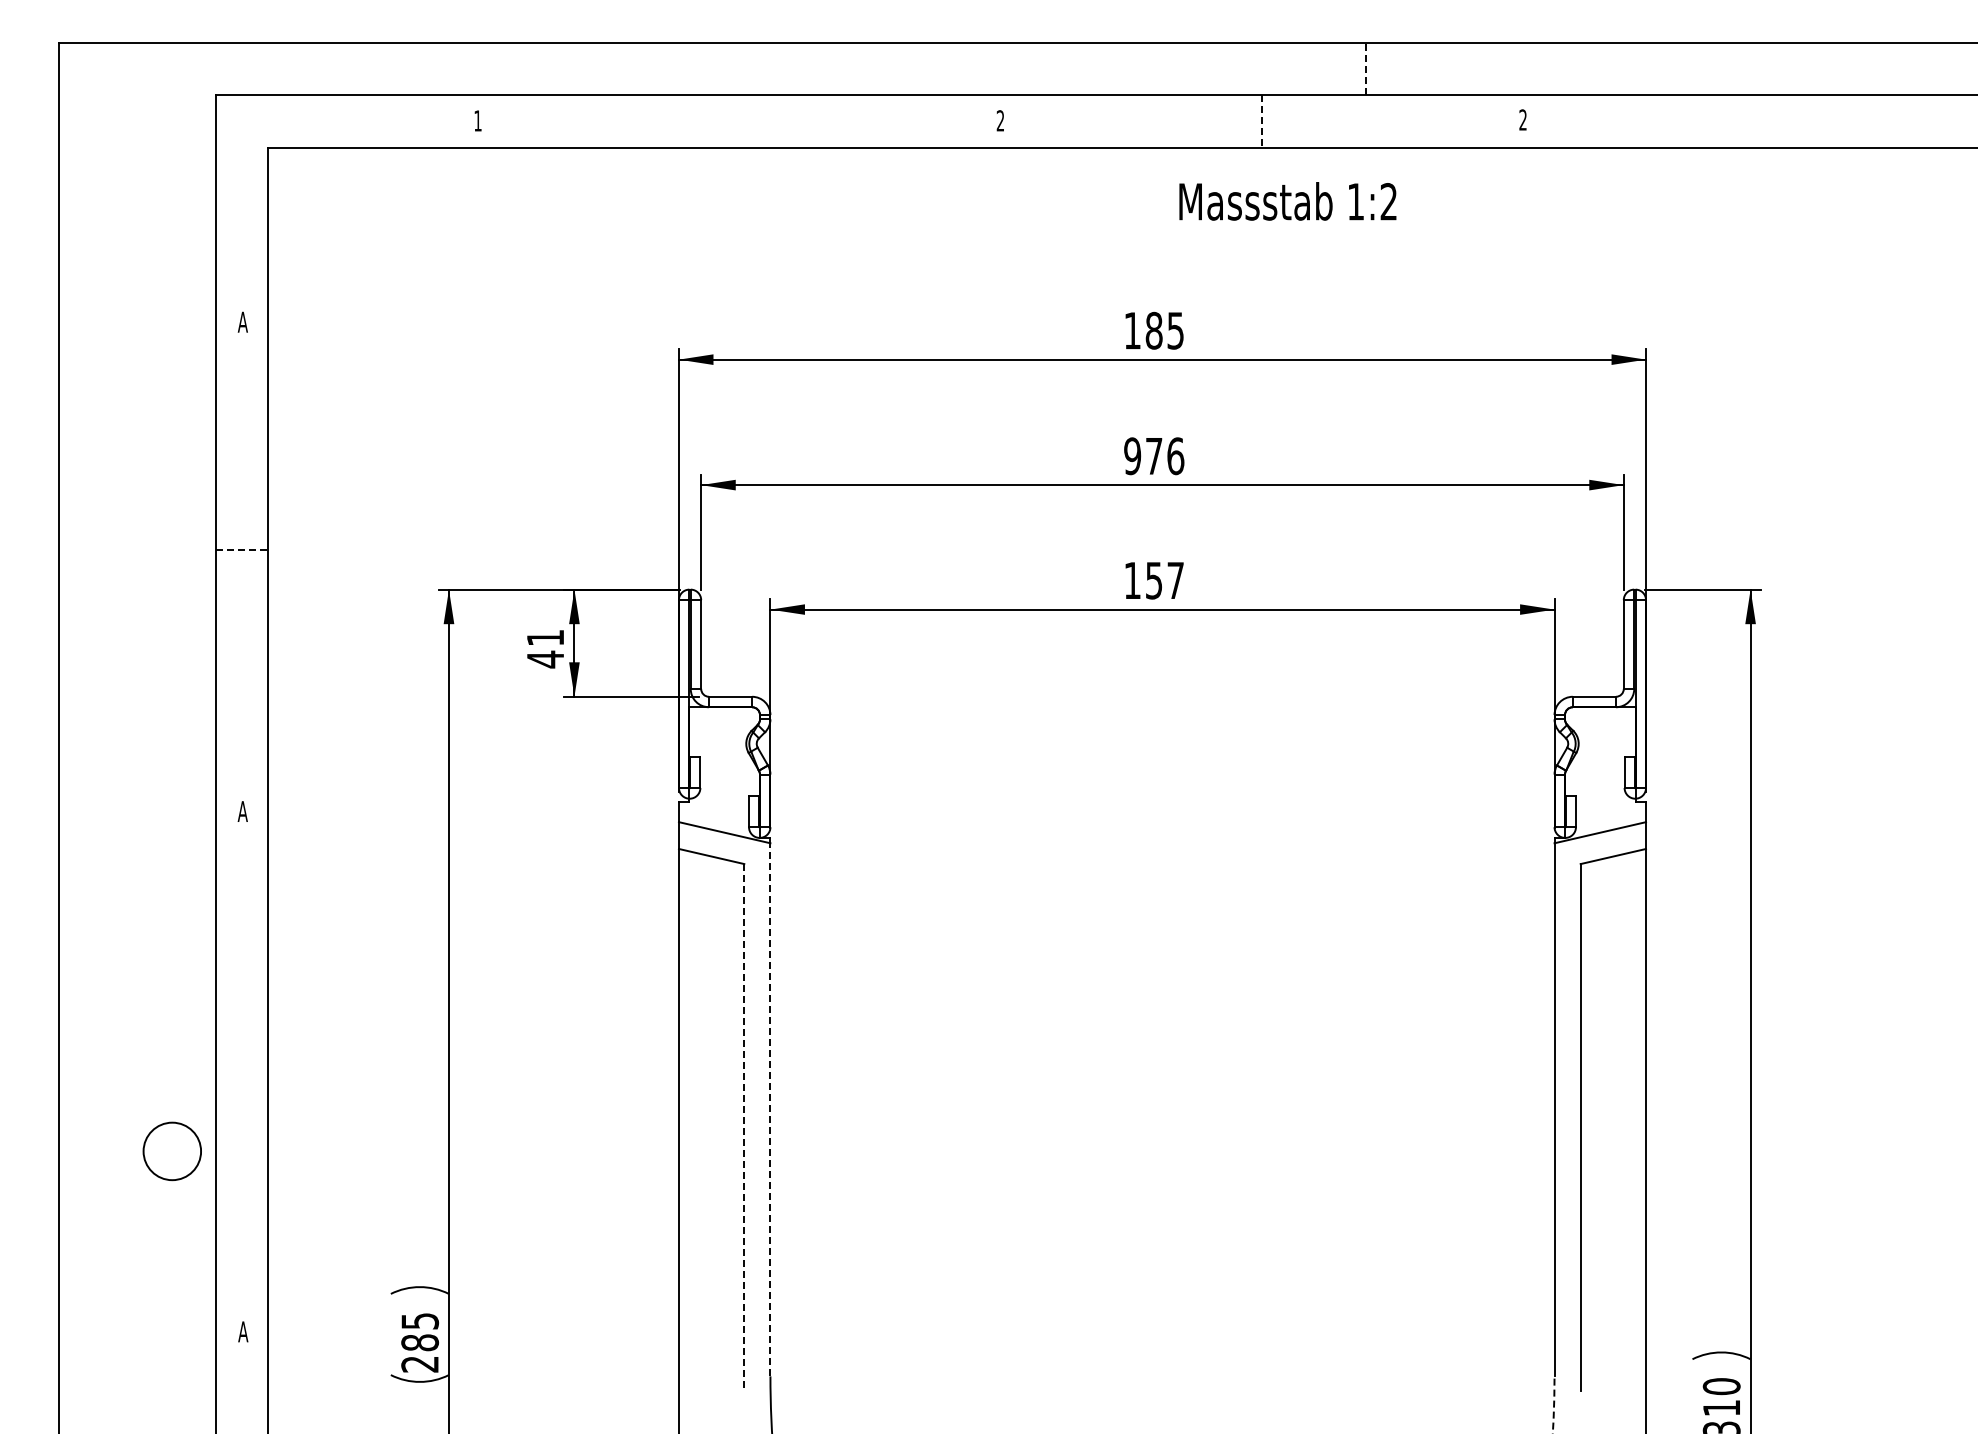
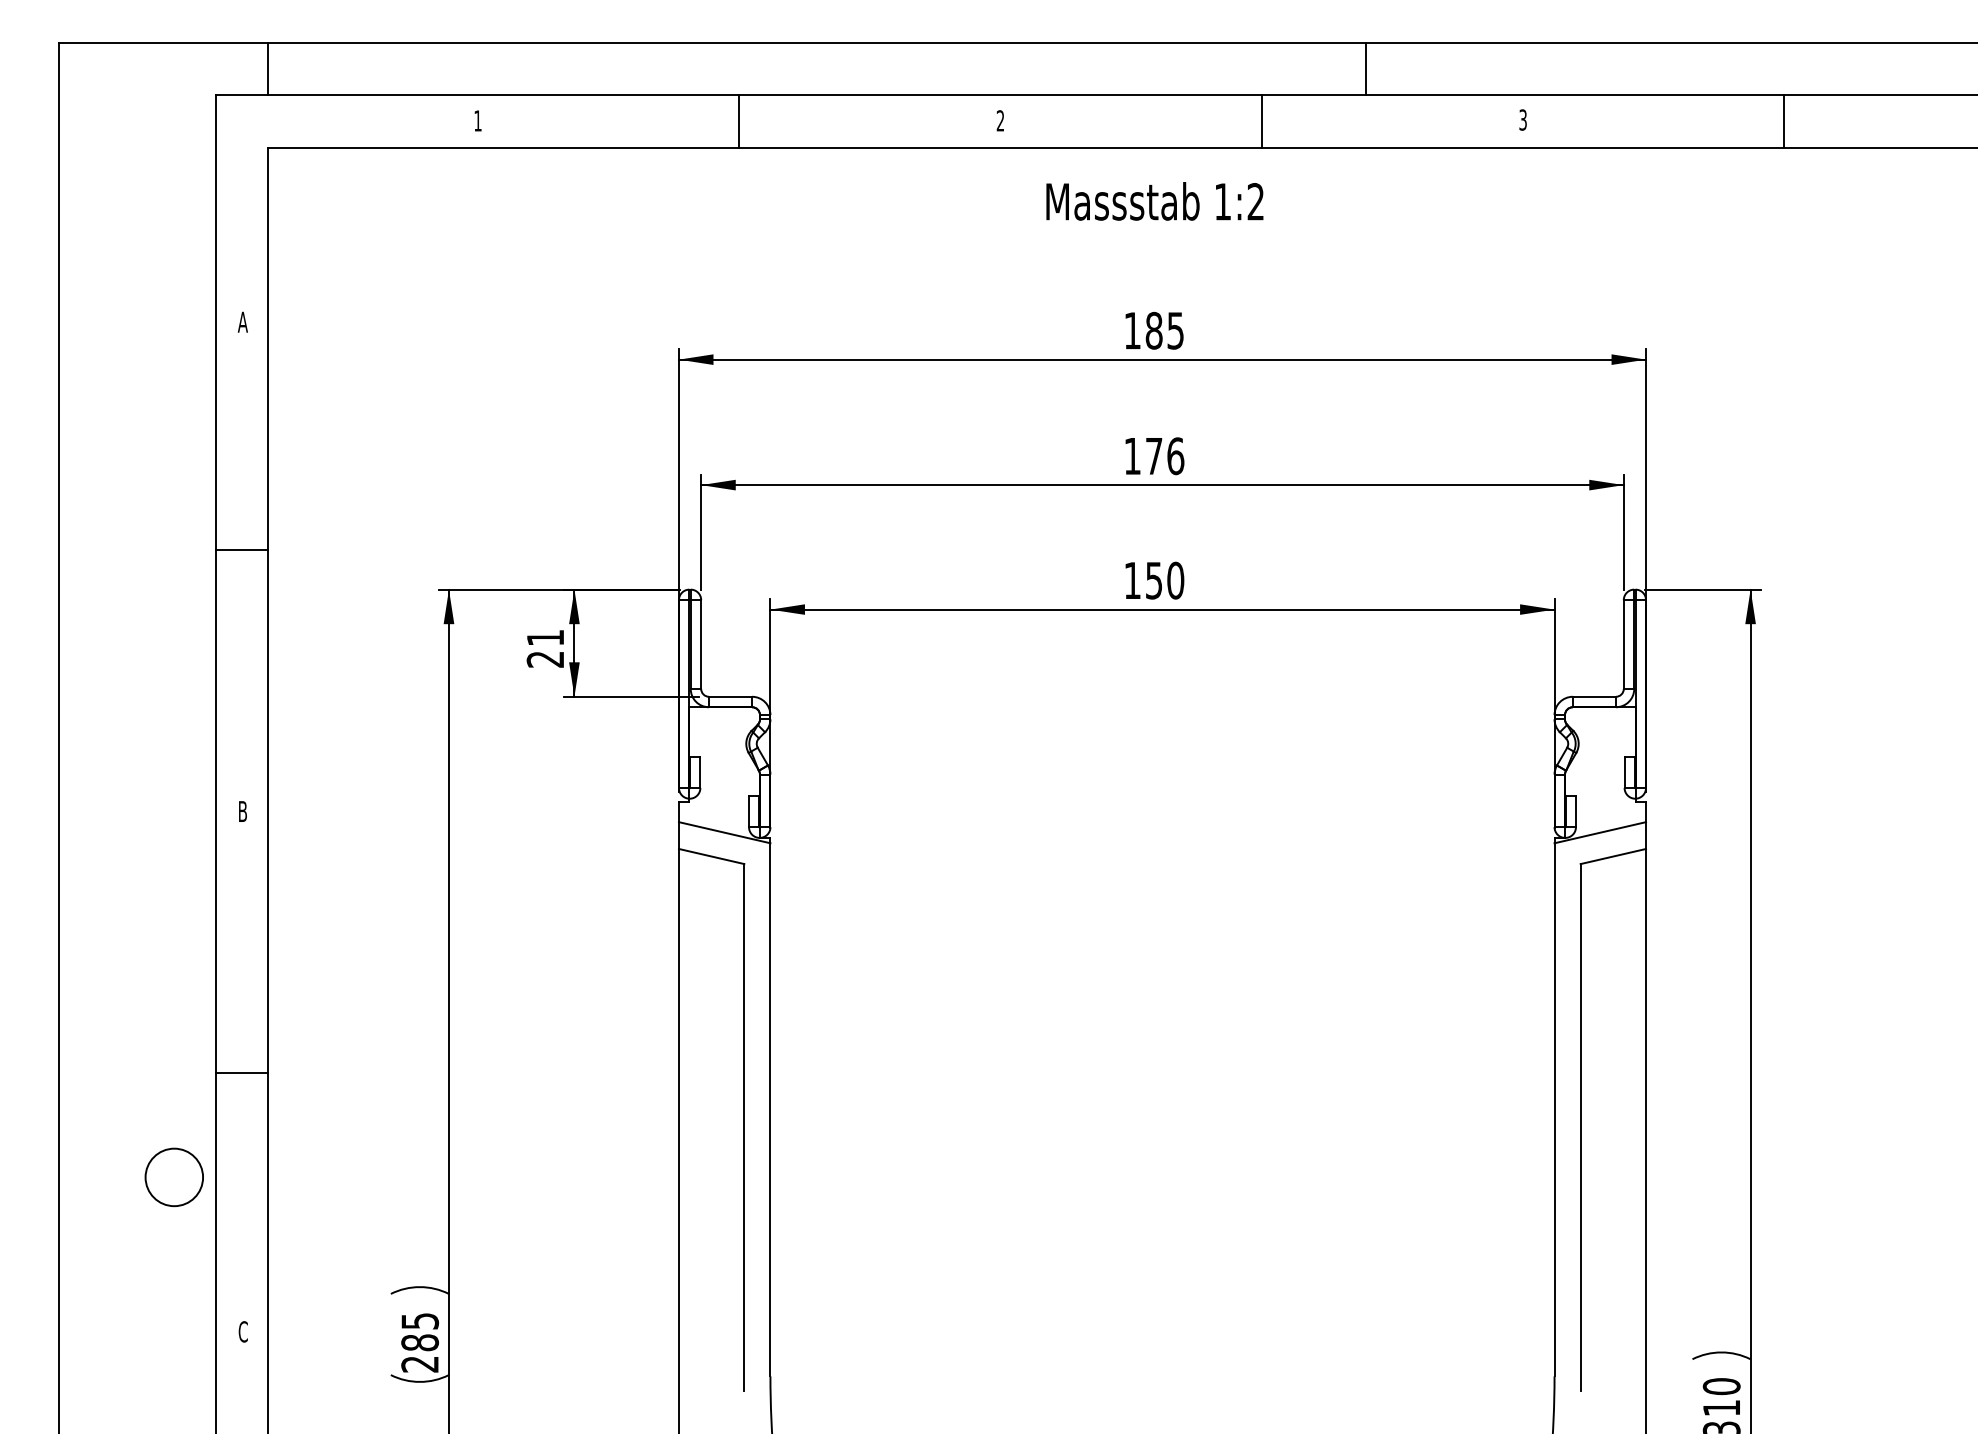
line at (1366, 68): dashed -> solid
line at (268, 69): none -> present
text at (1522, 119): 2 -> 3
line at (738, 121): none -> present
line at (1261, 121): dashed -> solid
line at (1784, 121): none -> present
text at (1287, 201) position: (1287, 201) -> (1154, 201)
text at (1132, 456): 976 -> 176
line at (242, 550): dashed -> solid
text at (1175, 580): 157 -> 150
text at (544, 659): 41 -> 21
text at (242, 811): A -> B
line at (242, 1072): none -> present
line at (770, 1109): dashed -> solid
line at (744, 1127): dashed -> solid
circle at (171, 1151) position: (171, 1151) -> (173, 1177)
text at (243, 1331): A -> C
arc at (1554, 1404): dashed -> solid
